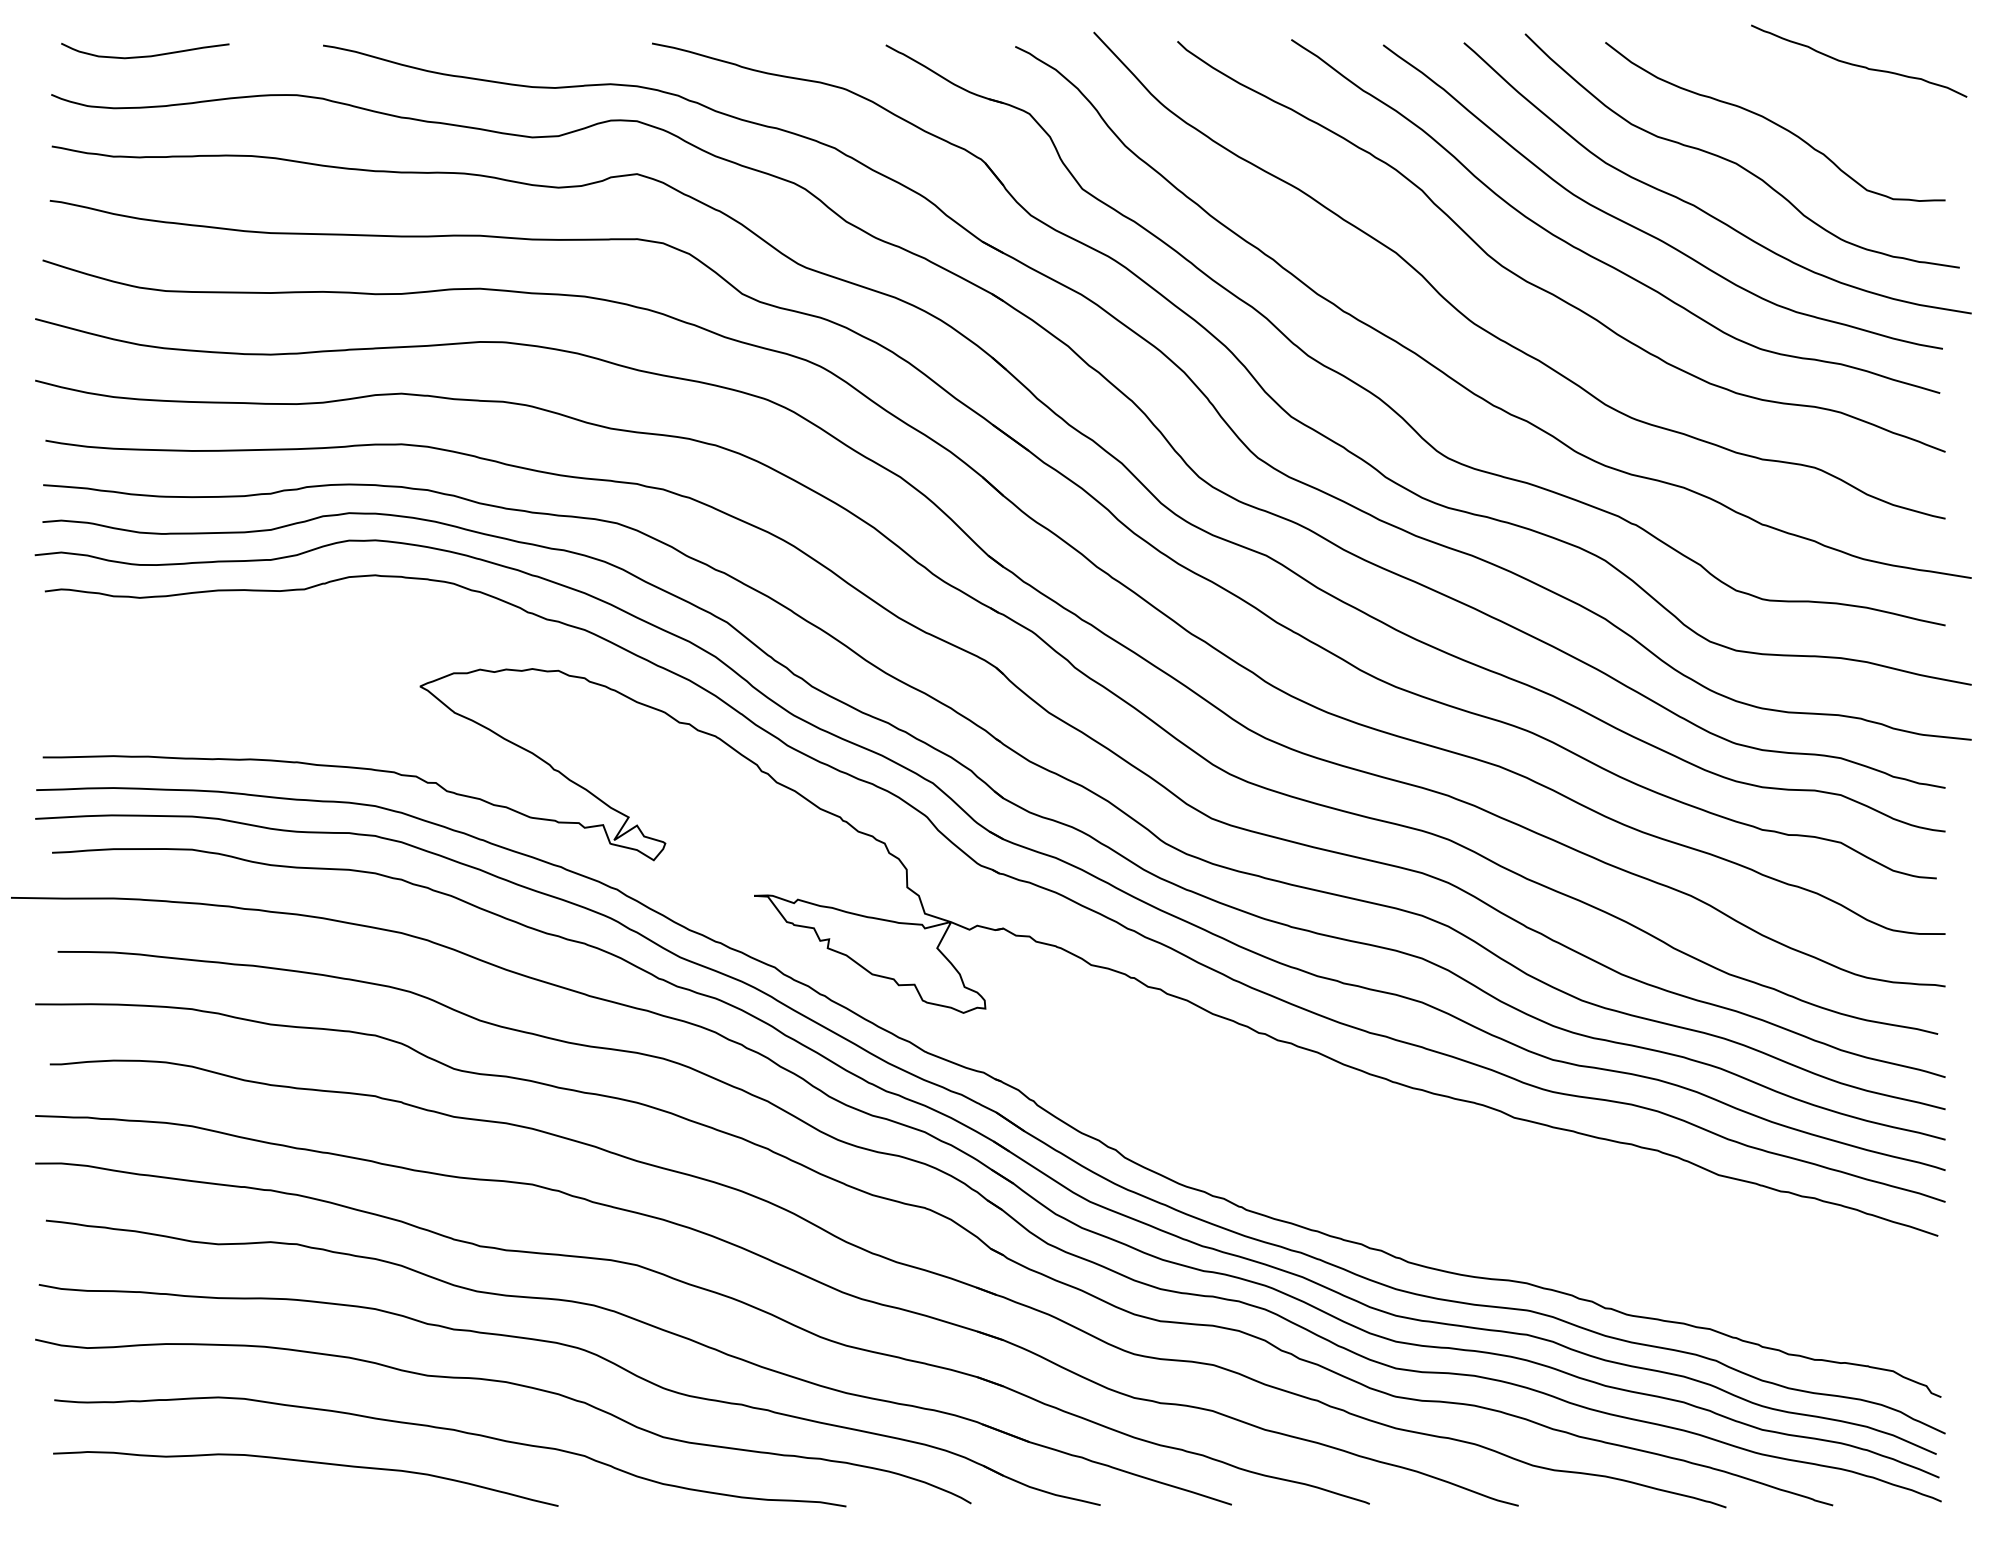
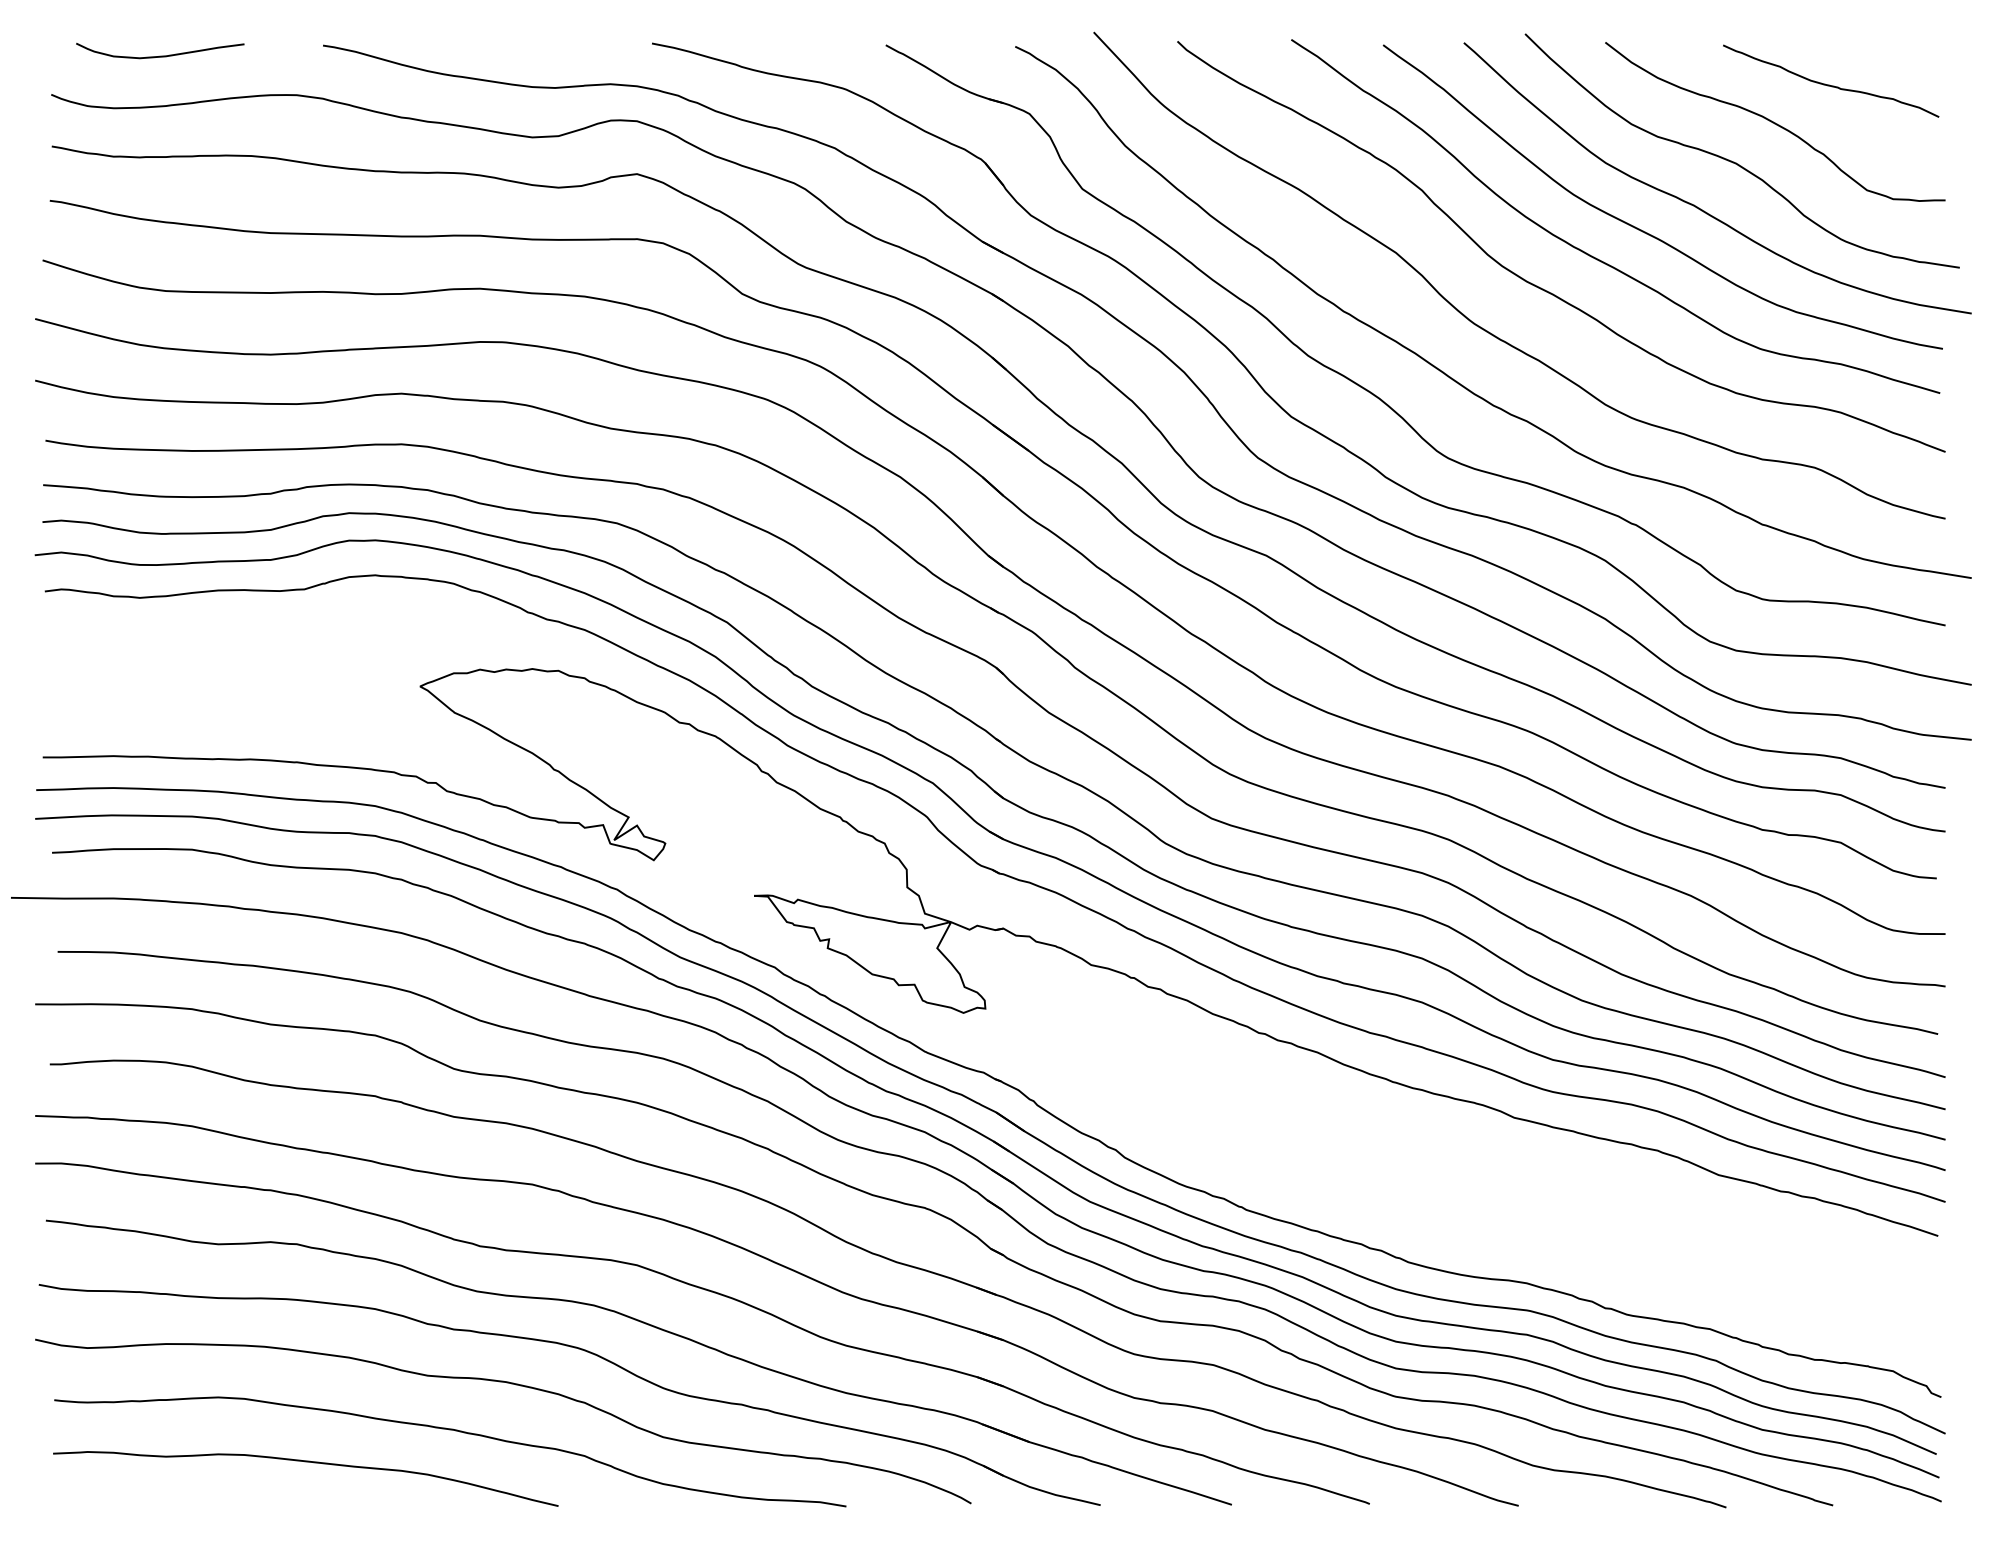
curve at (145, 55) position: (145, 55) -> (160, 55)
curve at (1857, 64) position: (1857, 64) -> (1829, 84)
